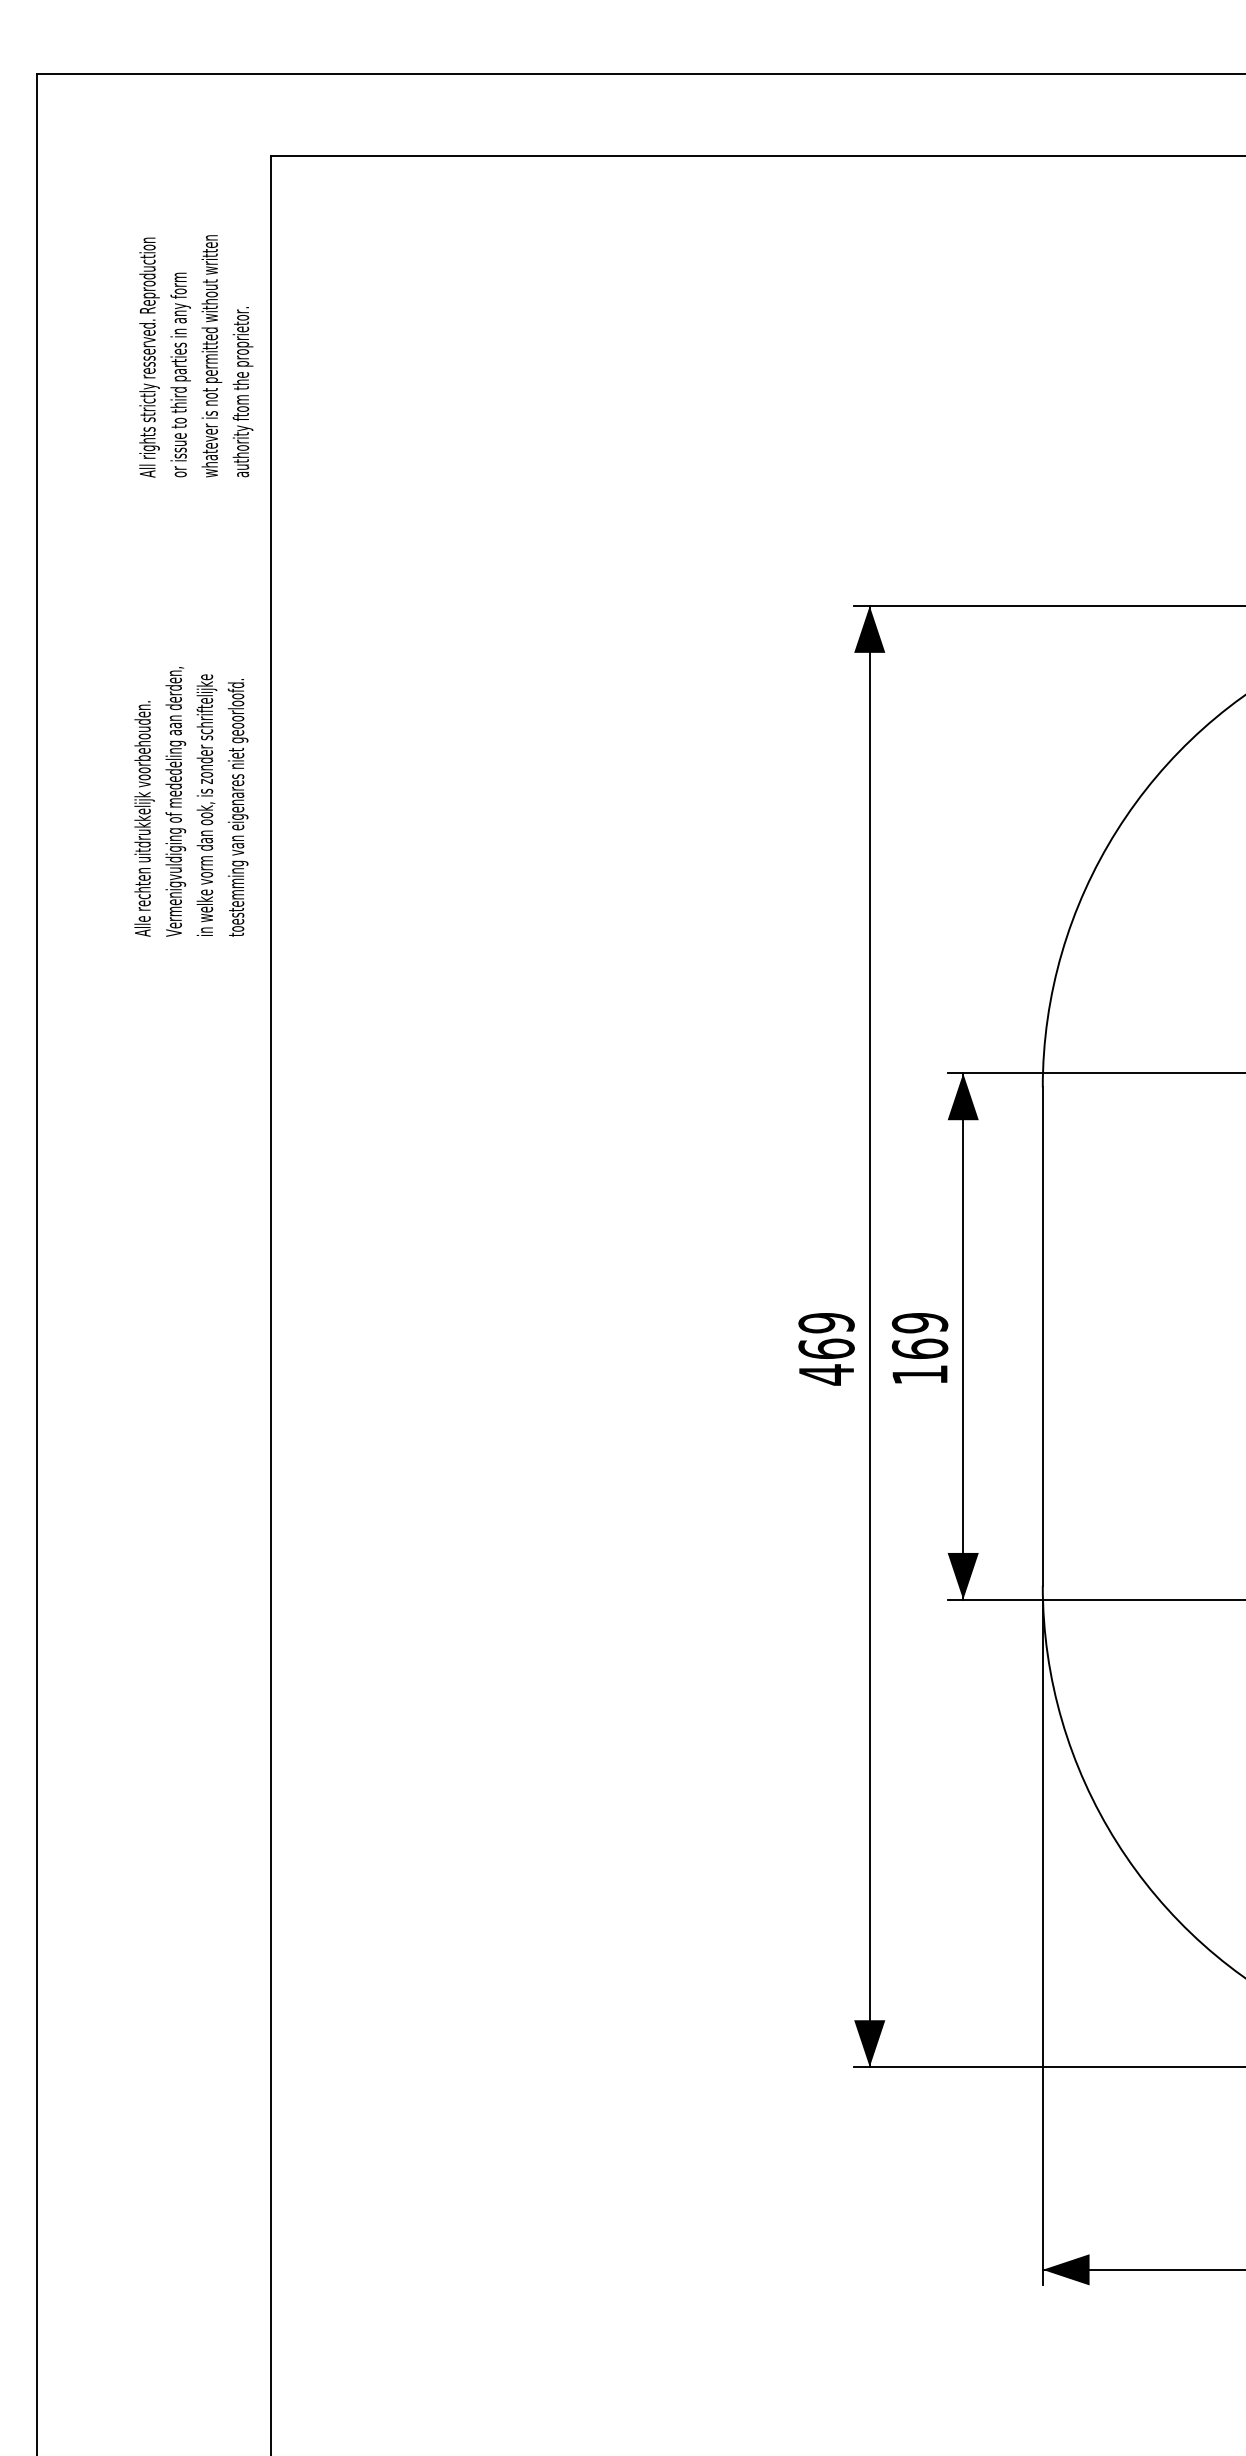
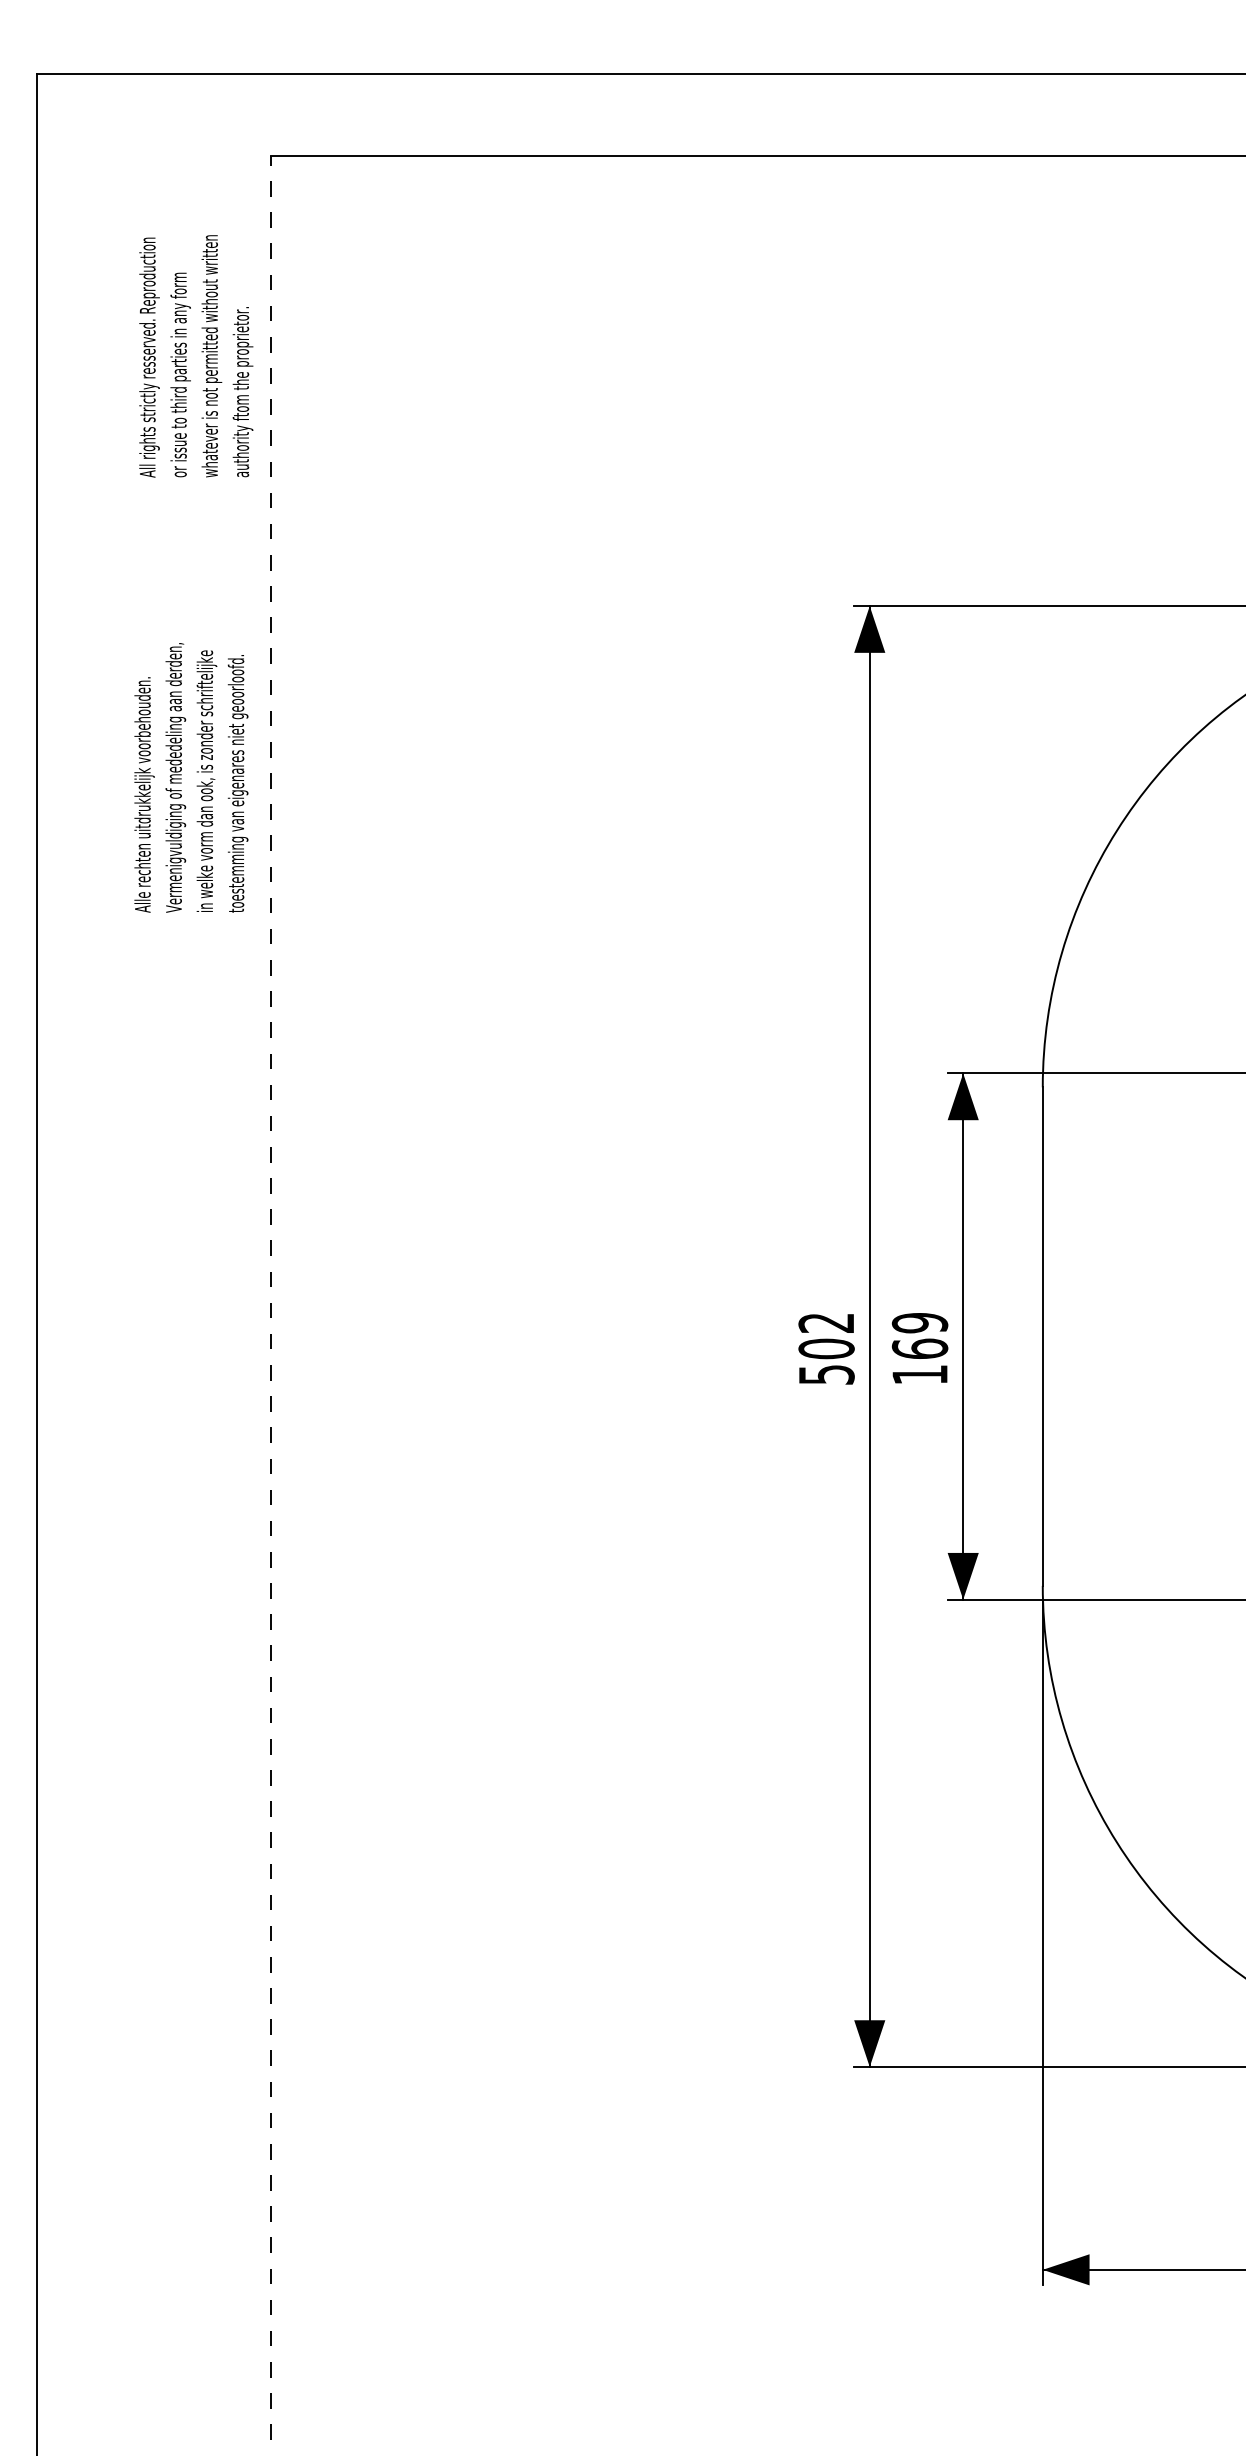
text at (191, 801) position: (191, 801) -> (191, 777)
line at (271, 1305): solid -> dashed
text at (826, 1349): 469 -> 502
